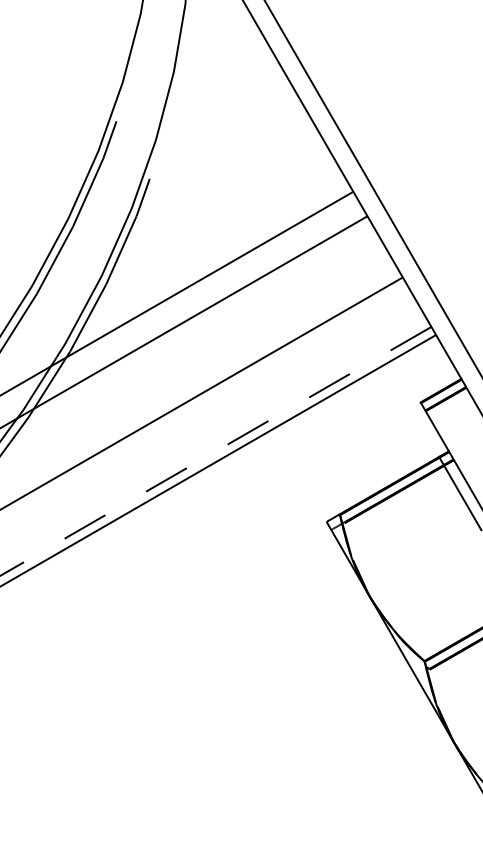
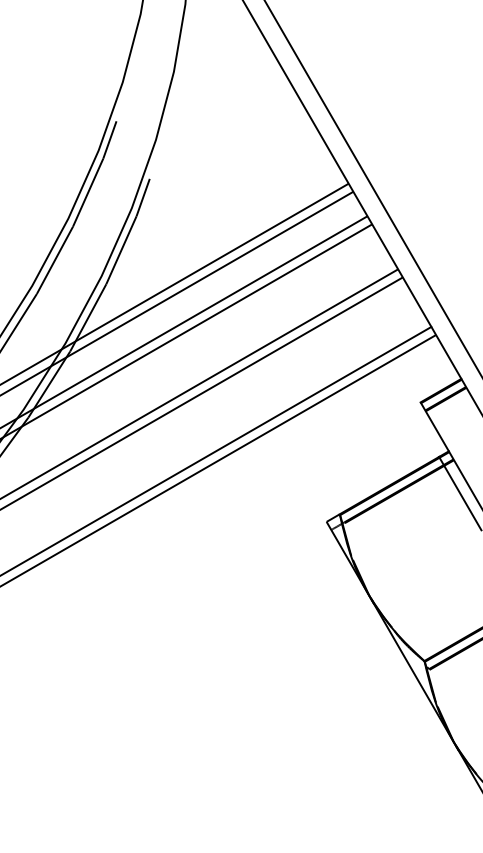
line at (175, 283): none -> present
line at (187, 330): none -> present
line at (200, 383): none -> present
line at (215, 451): dashed -> solid
